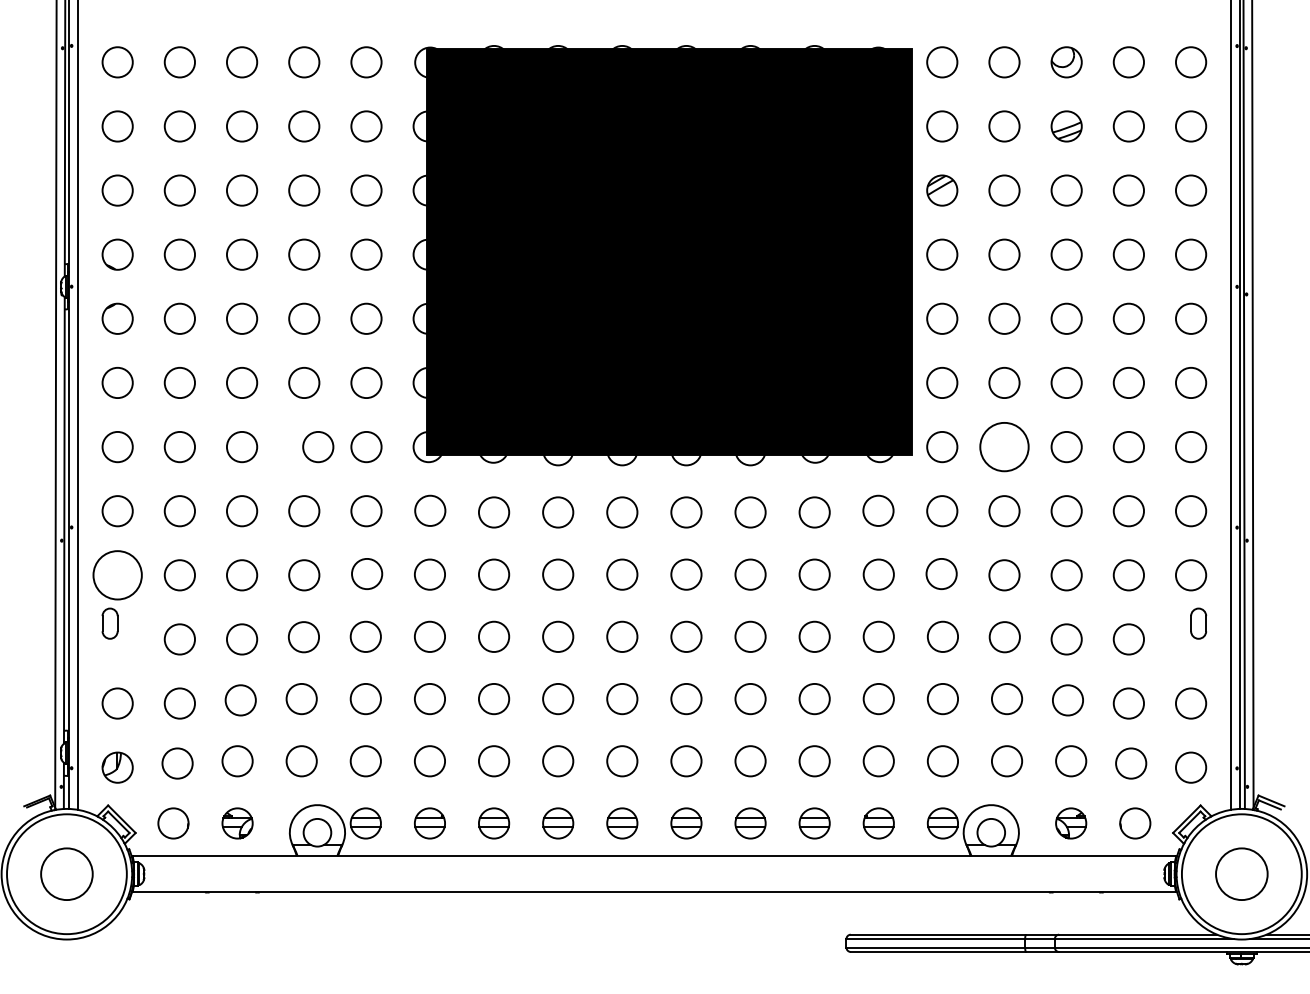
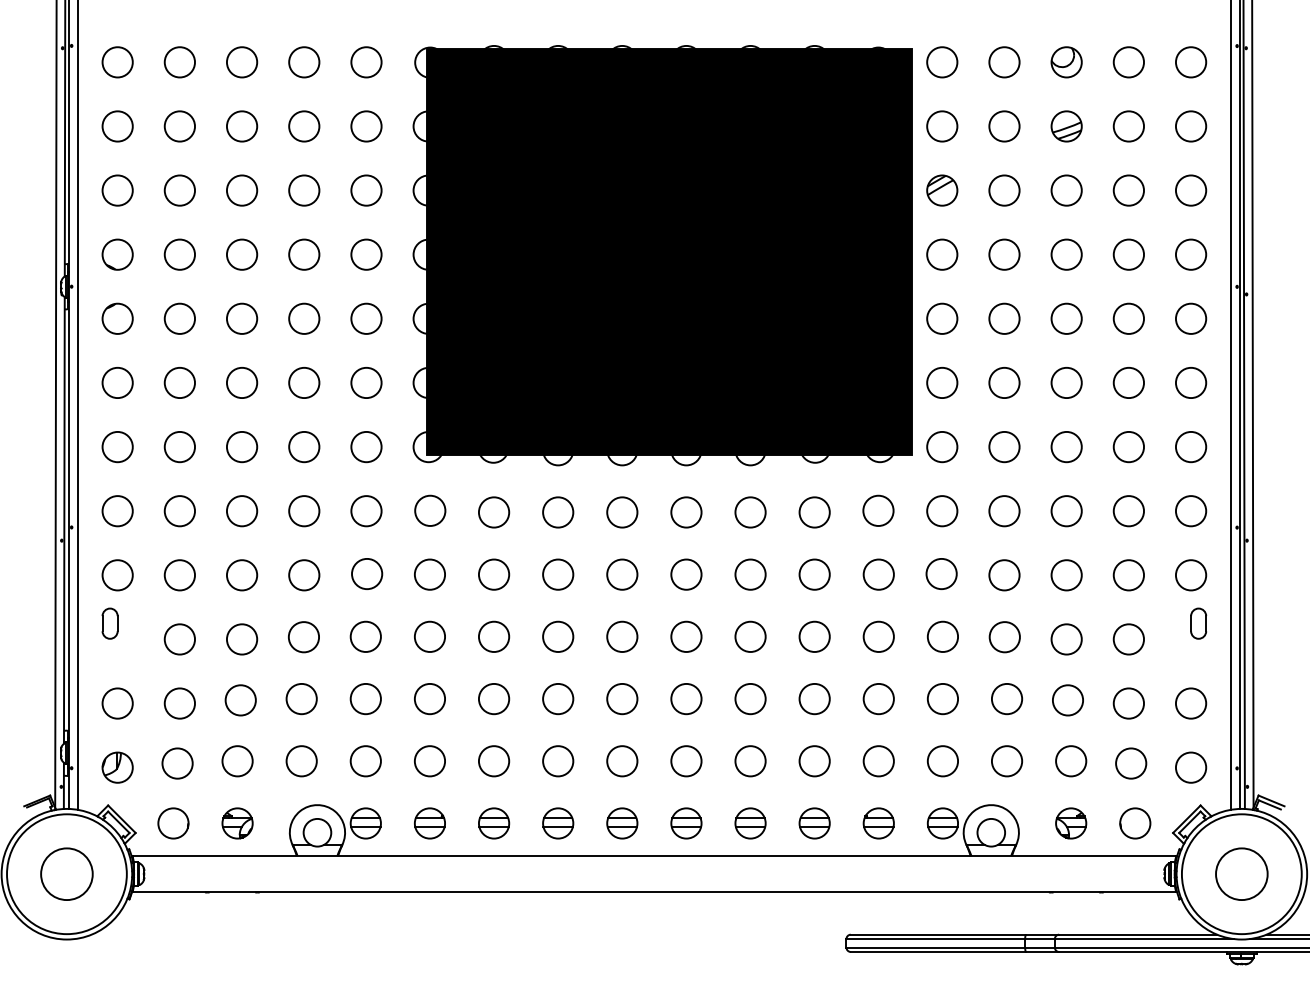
circle at (1004, 446) diameter: 48 px -> 30 px
circle at (318, 447) position: (318, 447) -> (304, 447)
circle at (117, 575) diameter: 48 px -> 30 px
